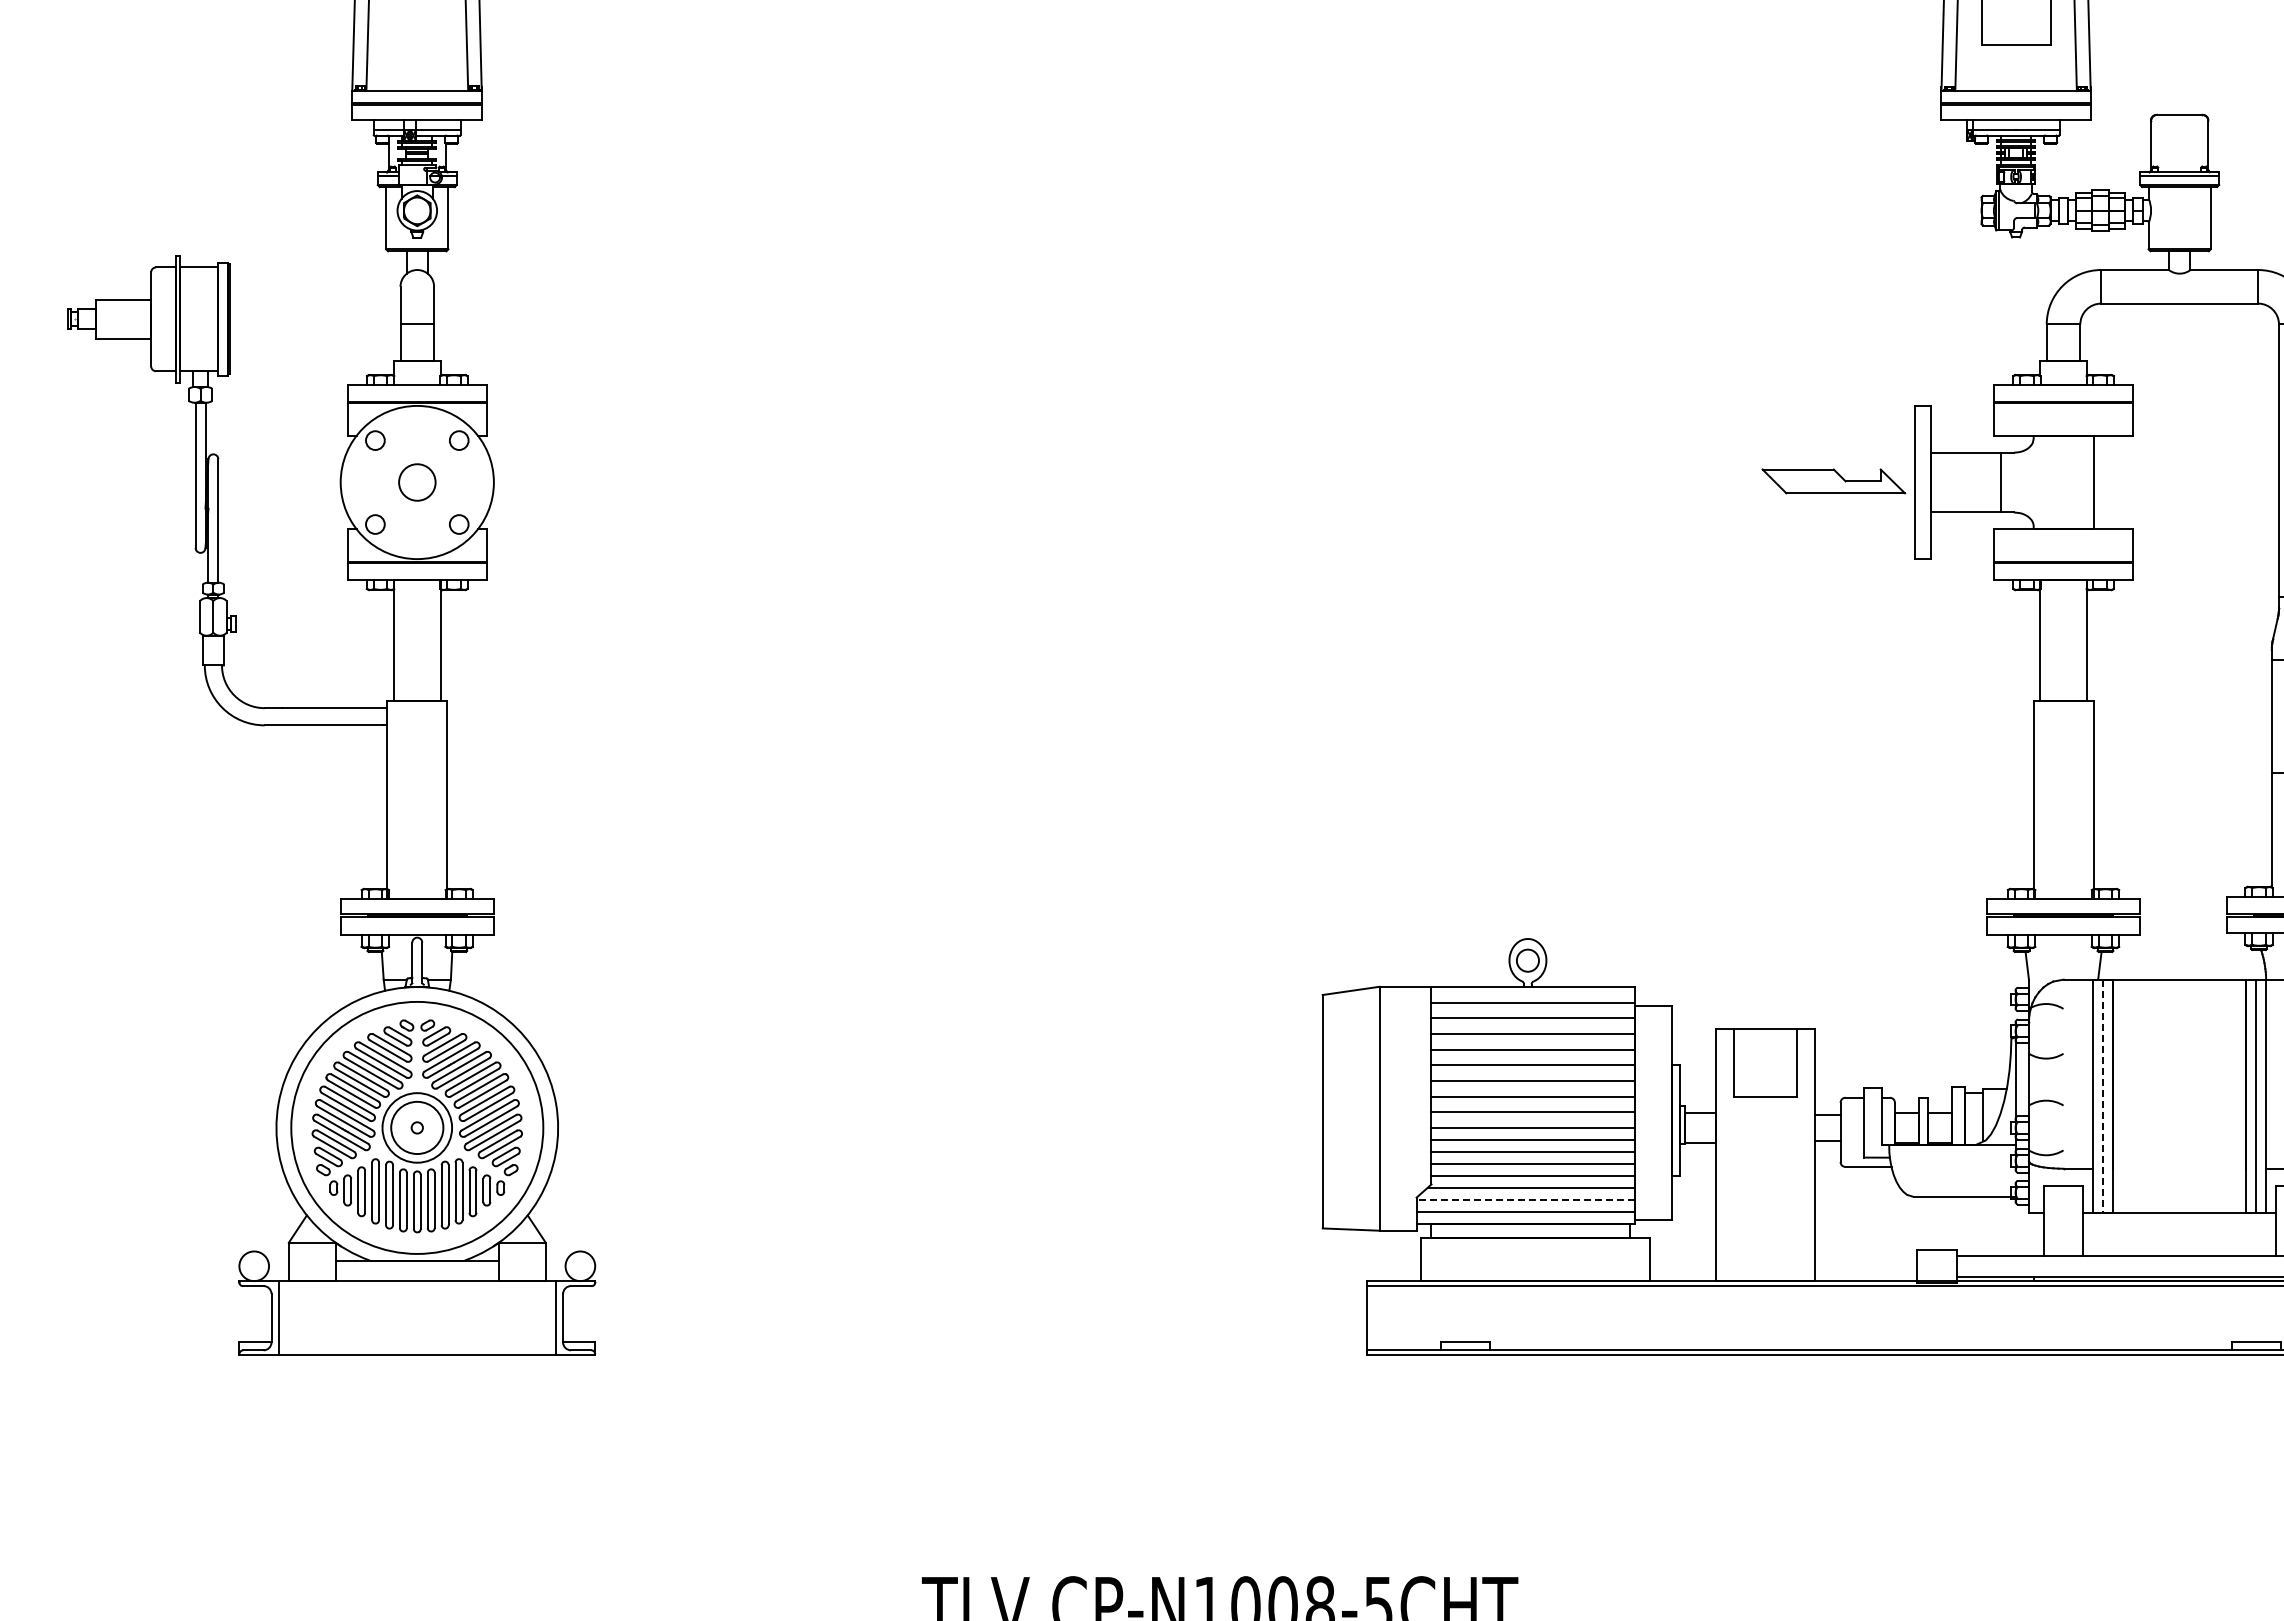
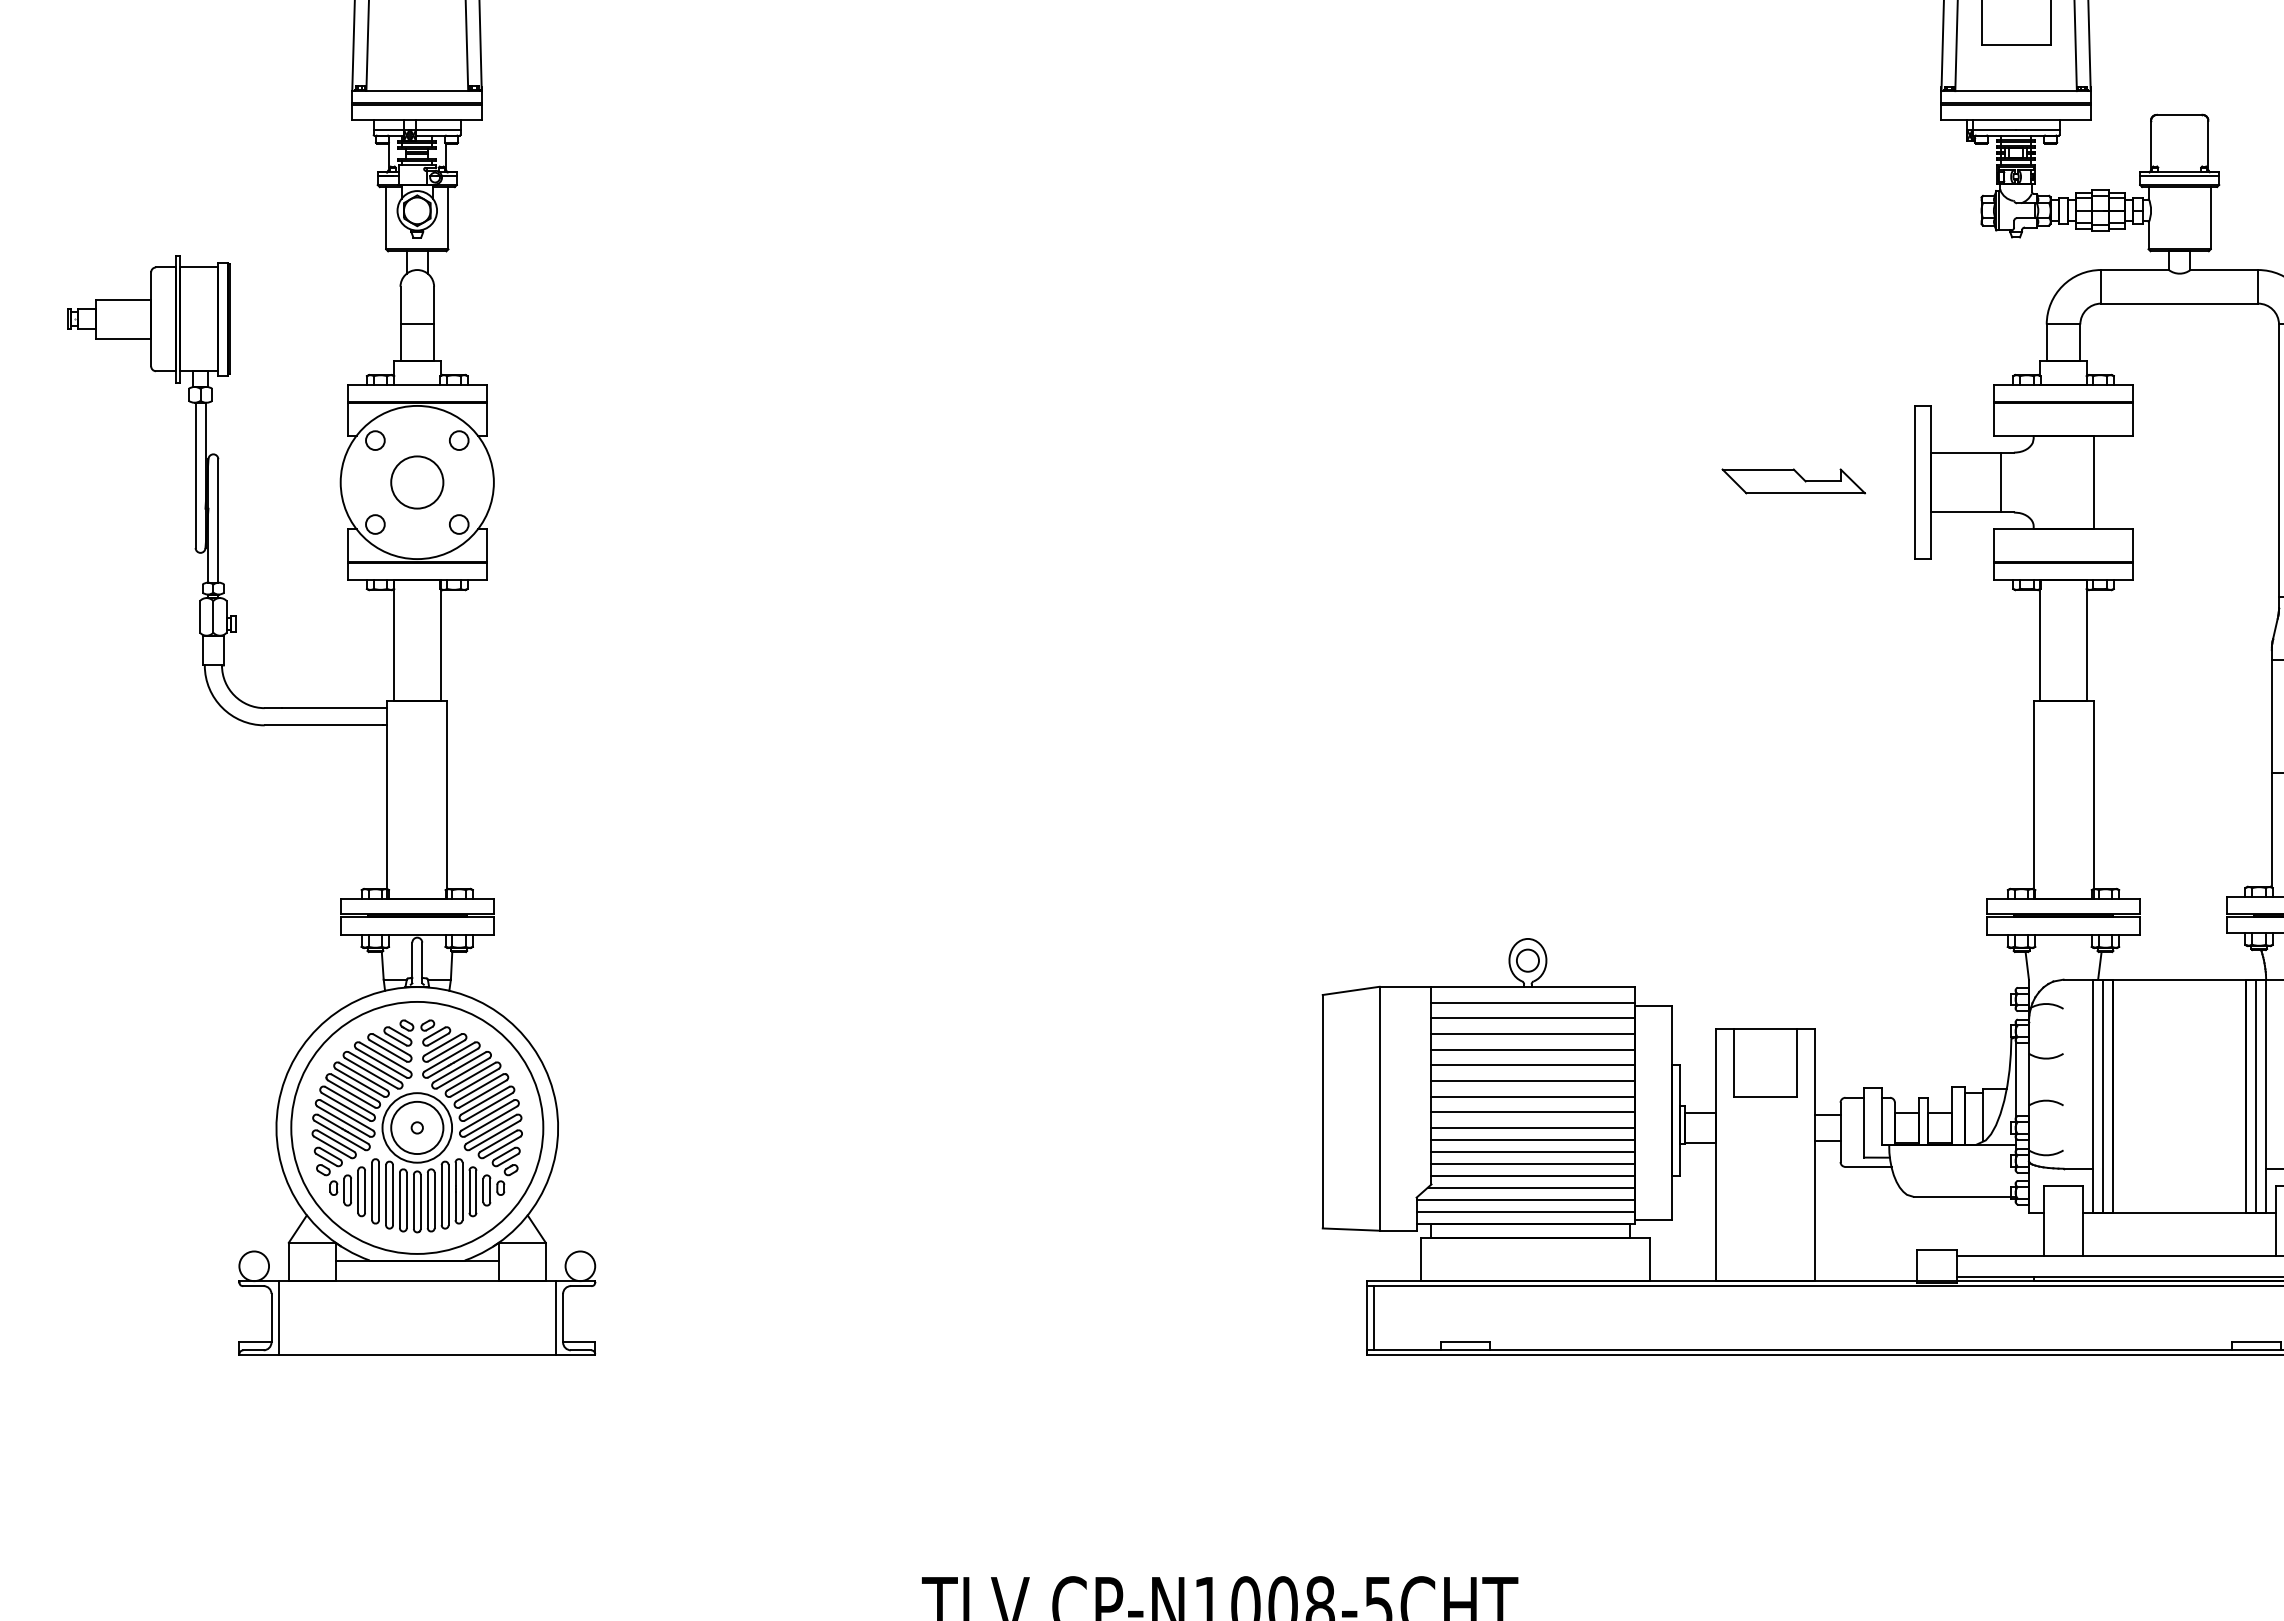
part at (1833, 481) position: (1833, 481) -> (1793, 481)
circle at (417, 482) size: 39x39 px -> 55x55 px
line at (2103, 1096): dashed -> solid
line at (1525, 1199): dashed -> solid
line at (1374, 1318): none -> present
